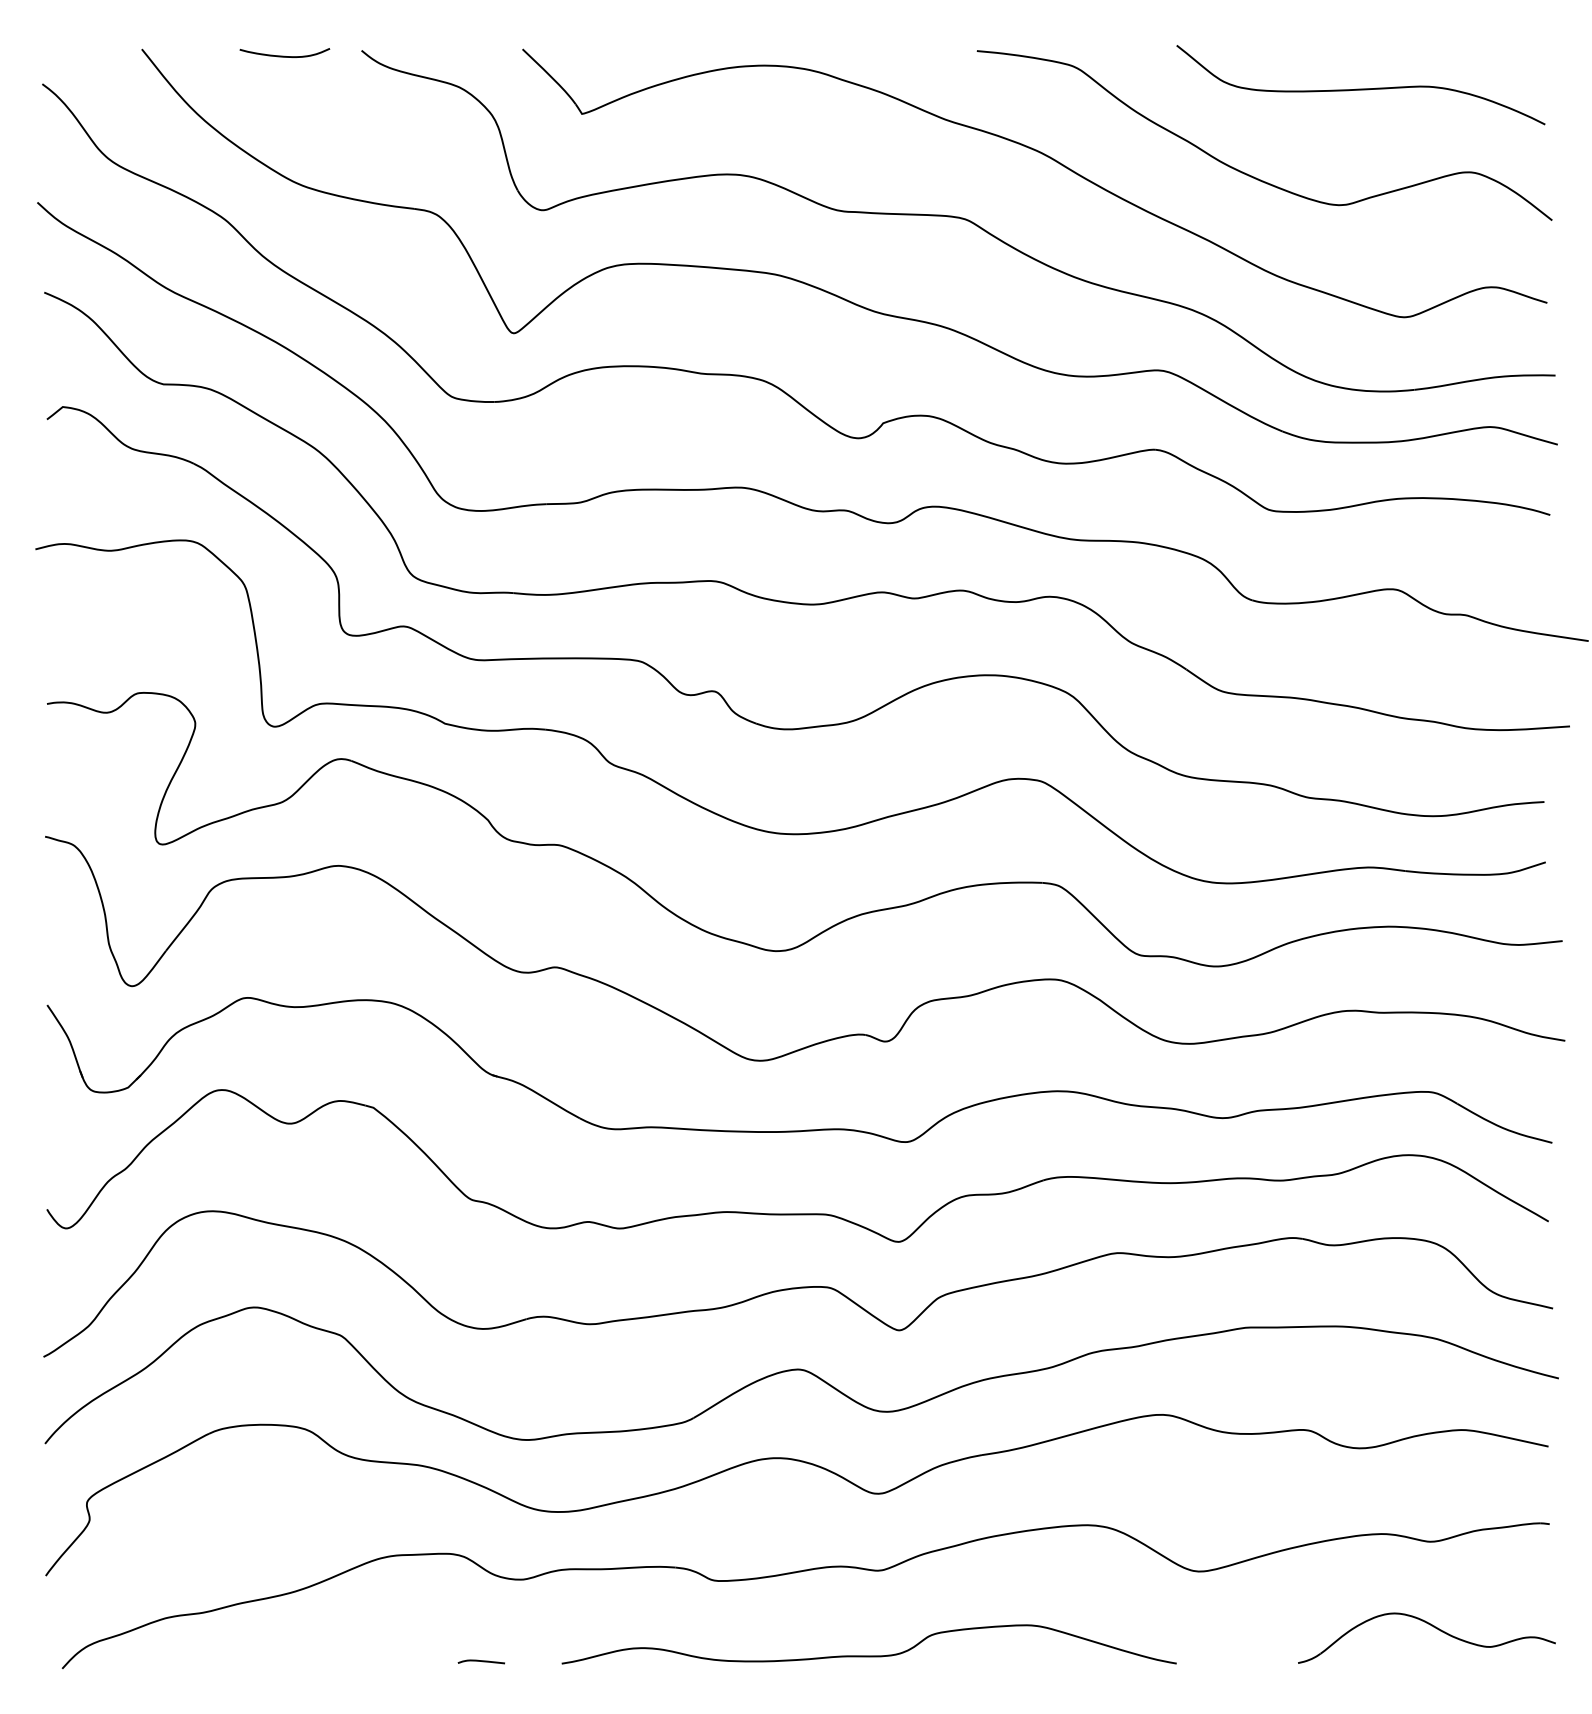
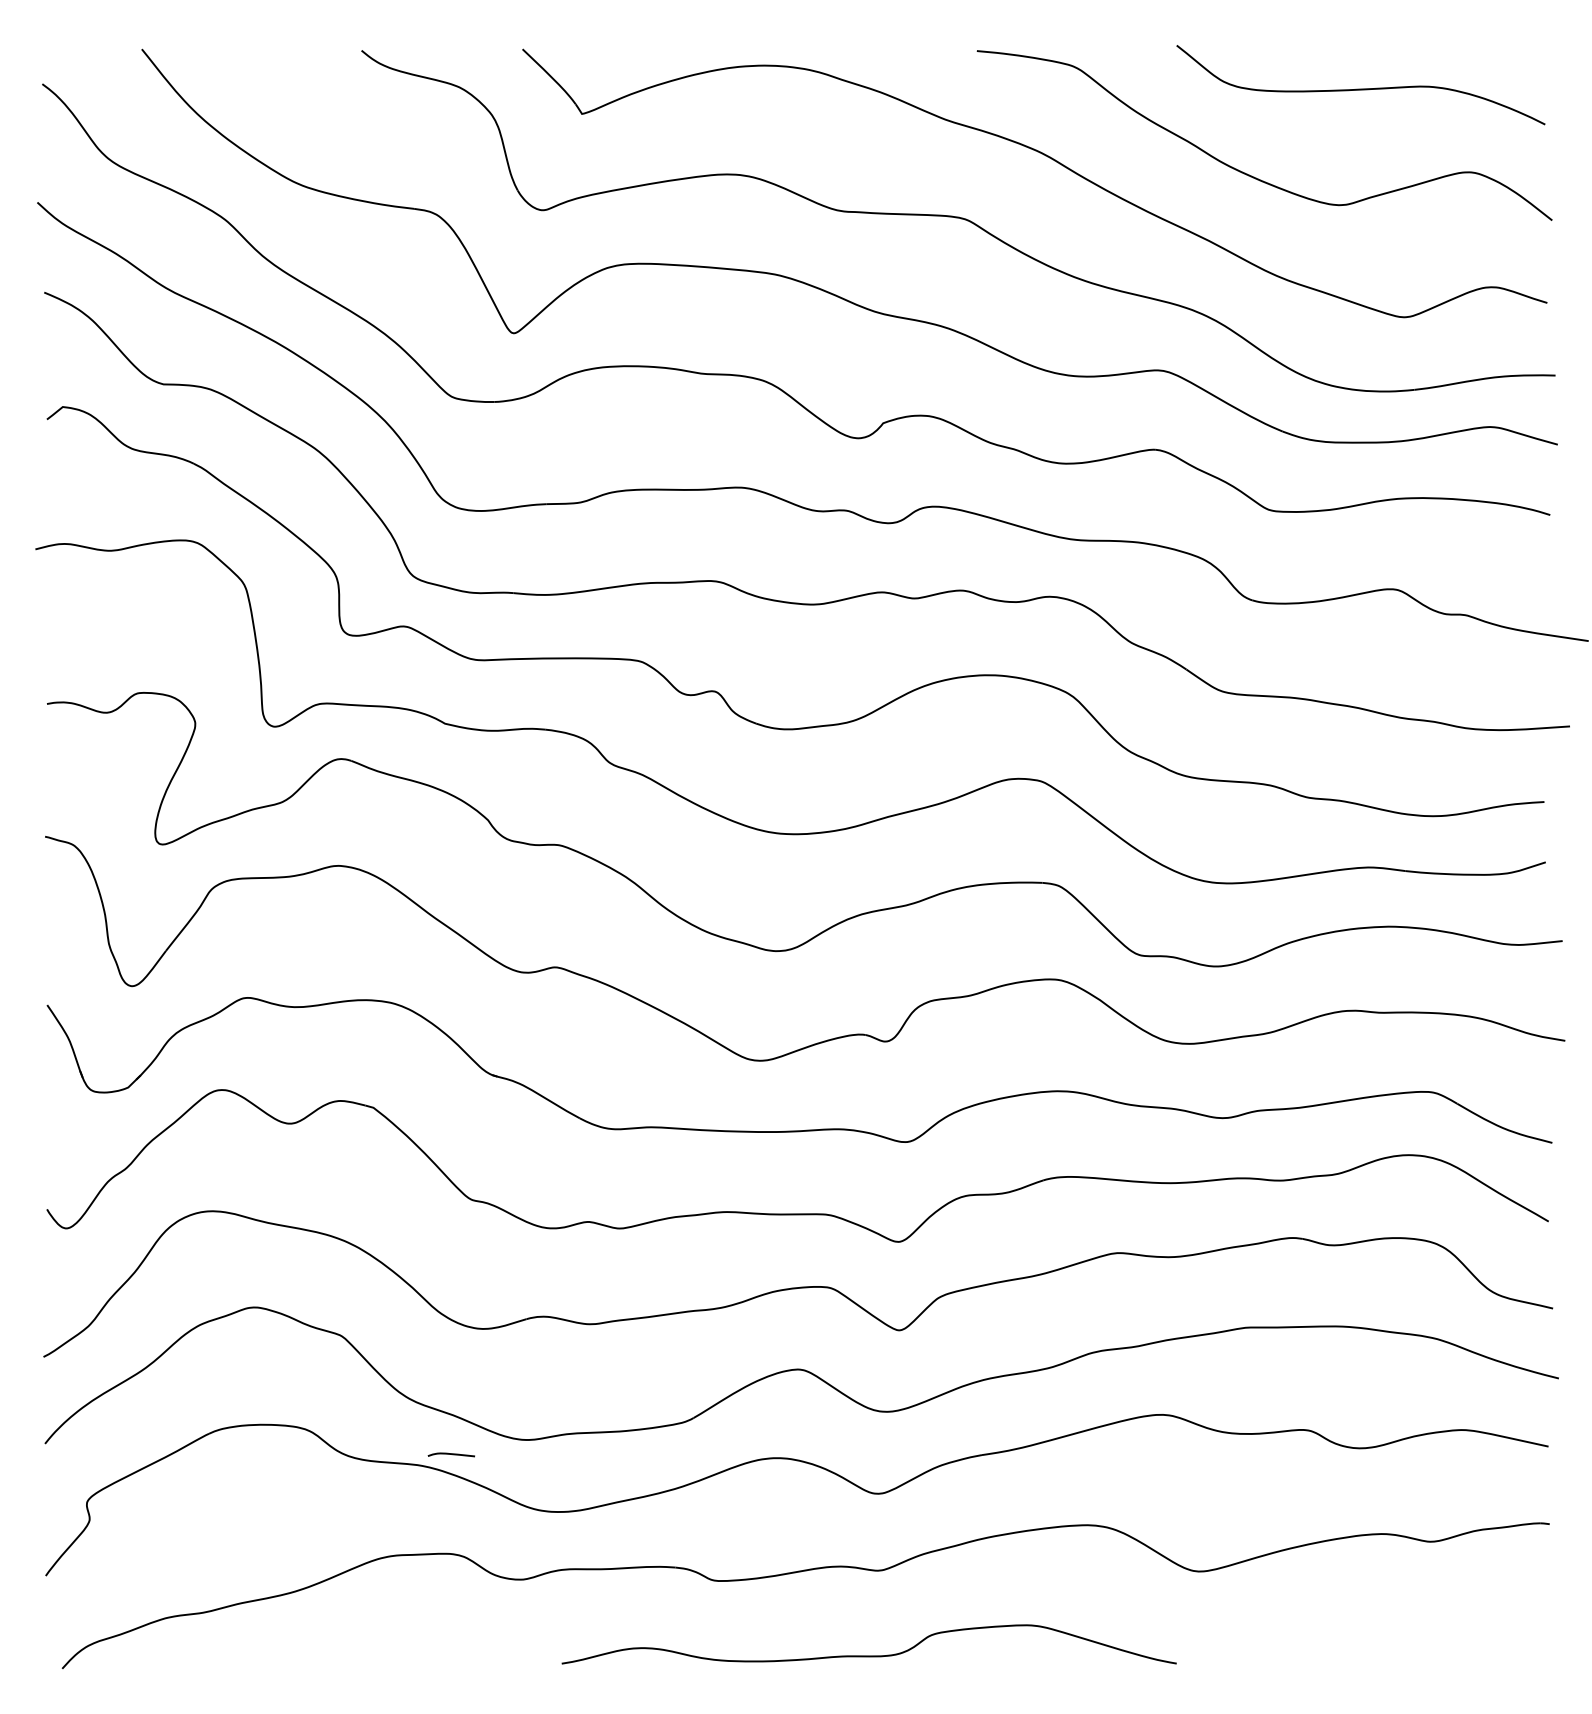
curve at (284, 55): present -> none
part at (1431, 1626): present -> none
curve at (480, 1661) position: (480, 1661) -> (450, 1454)
